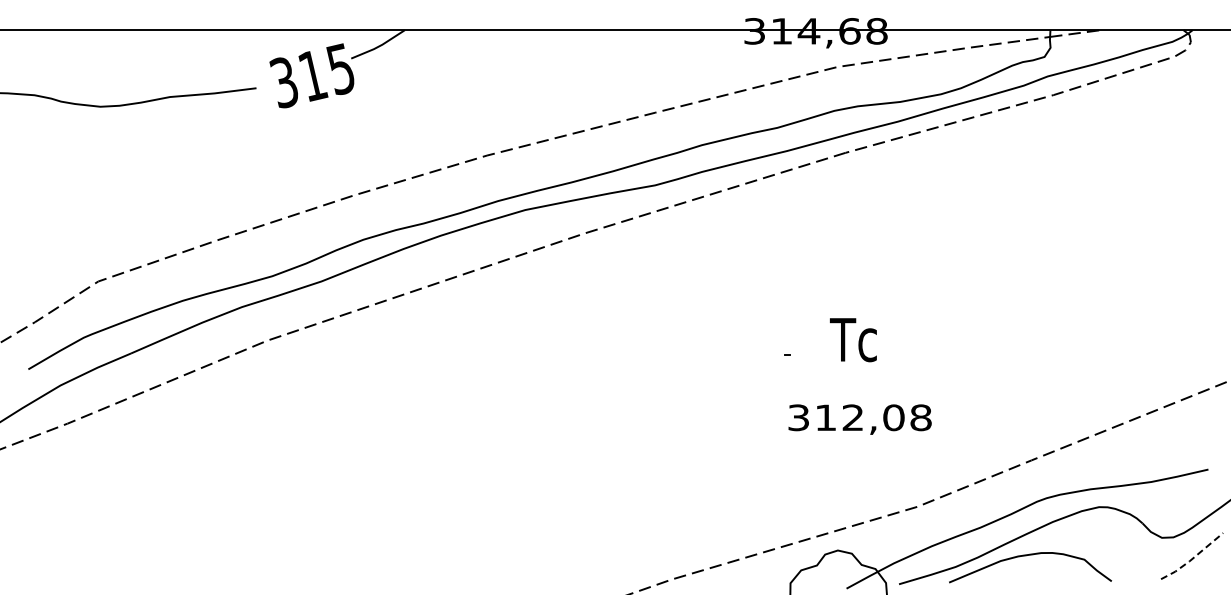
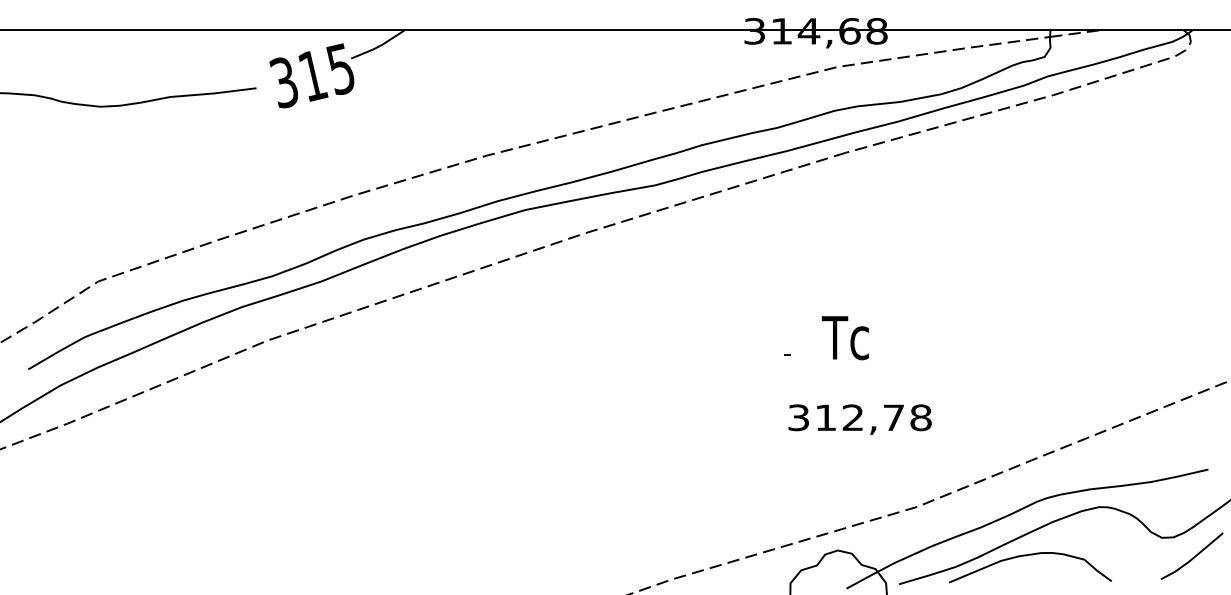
text at (853, 340) position: (853, 340) -> (845, 338)
text at (893, 417): 312,08 -> 312,78
line at (1192, 558): dashed -> solid
